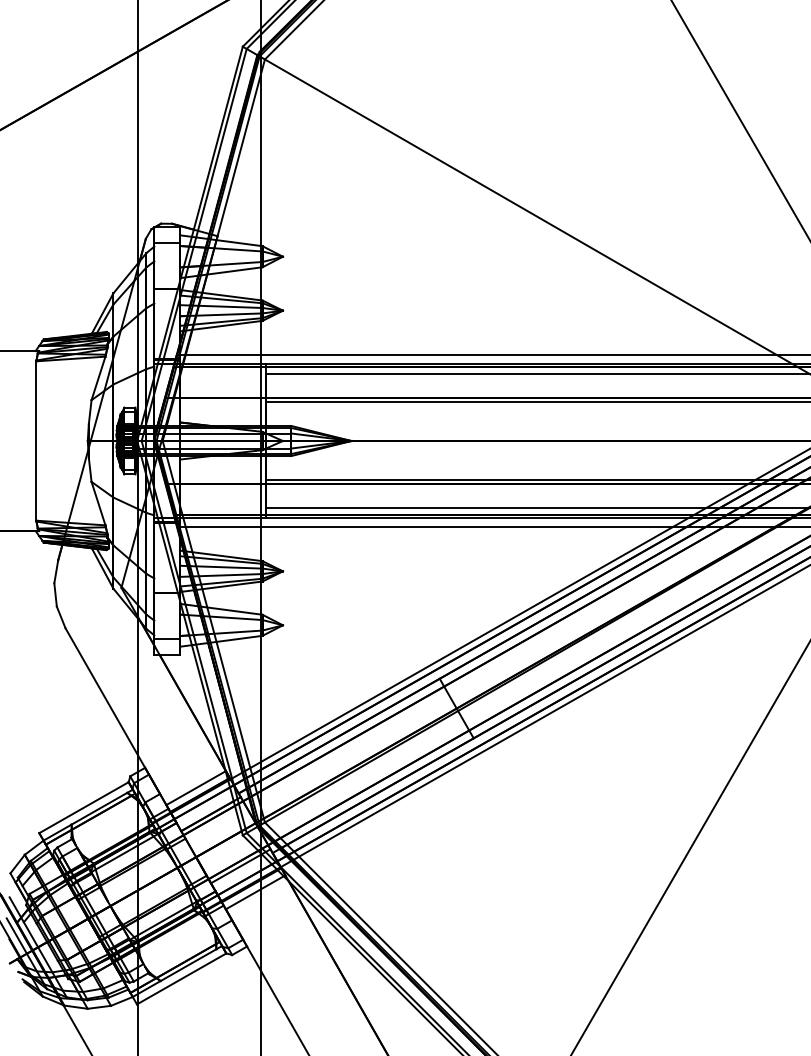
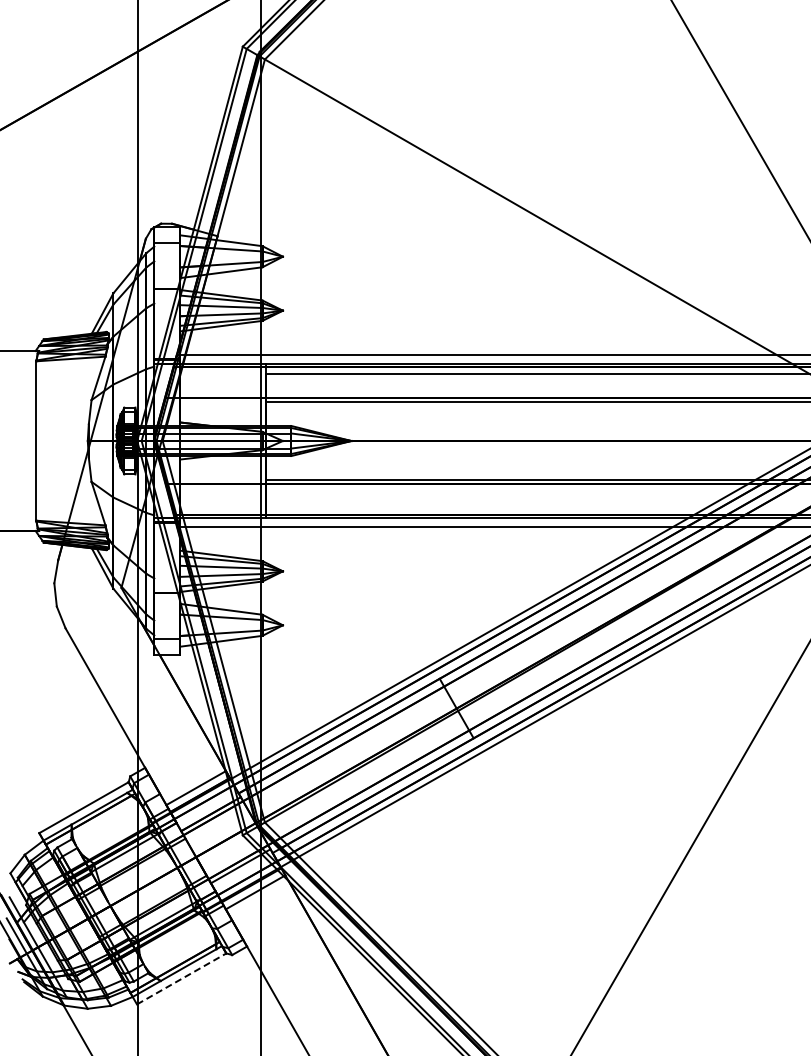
line at (536, 507): present -> none
line at (182, 978): solid -> dashed
